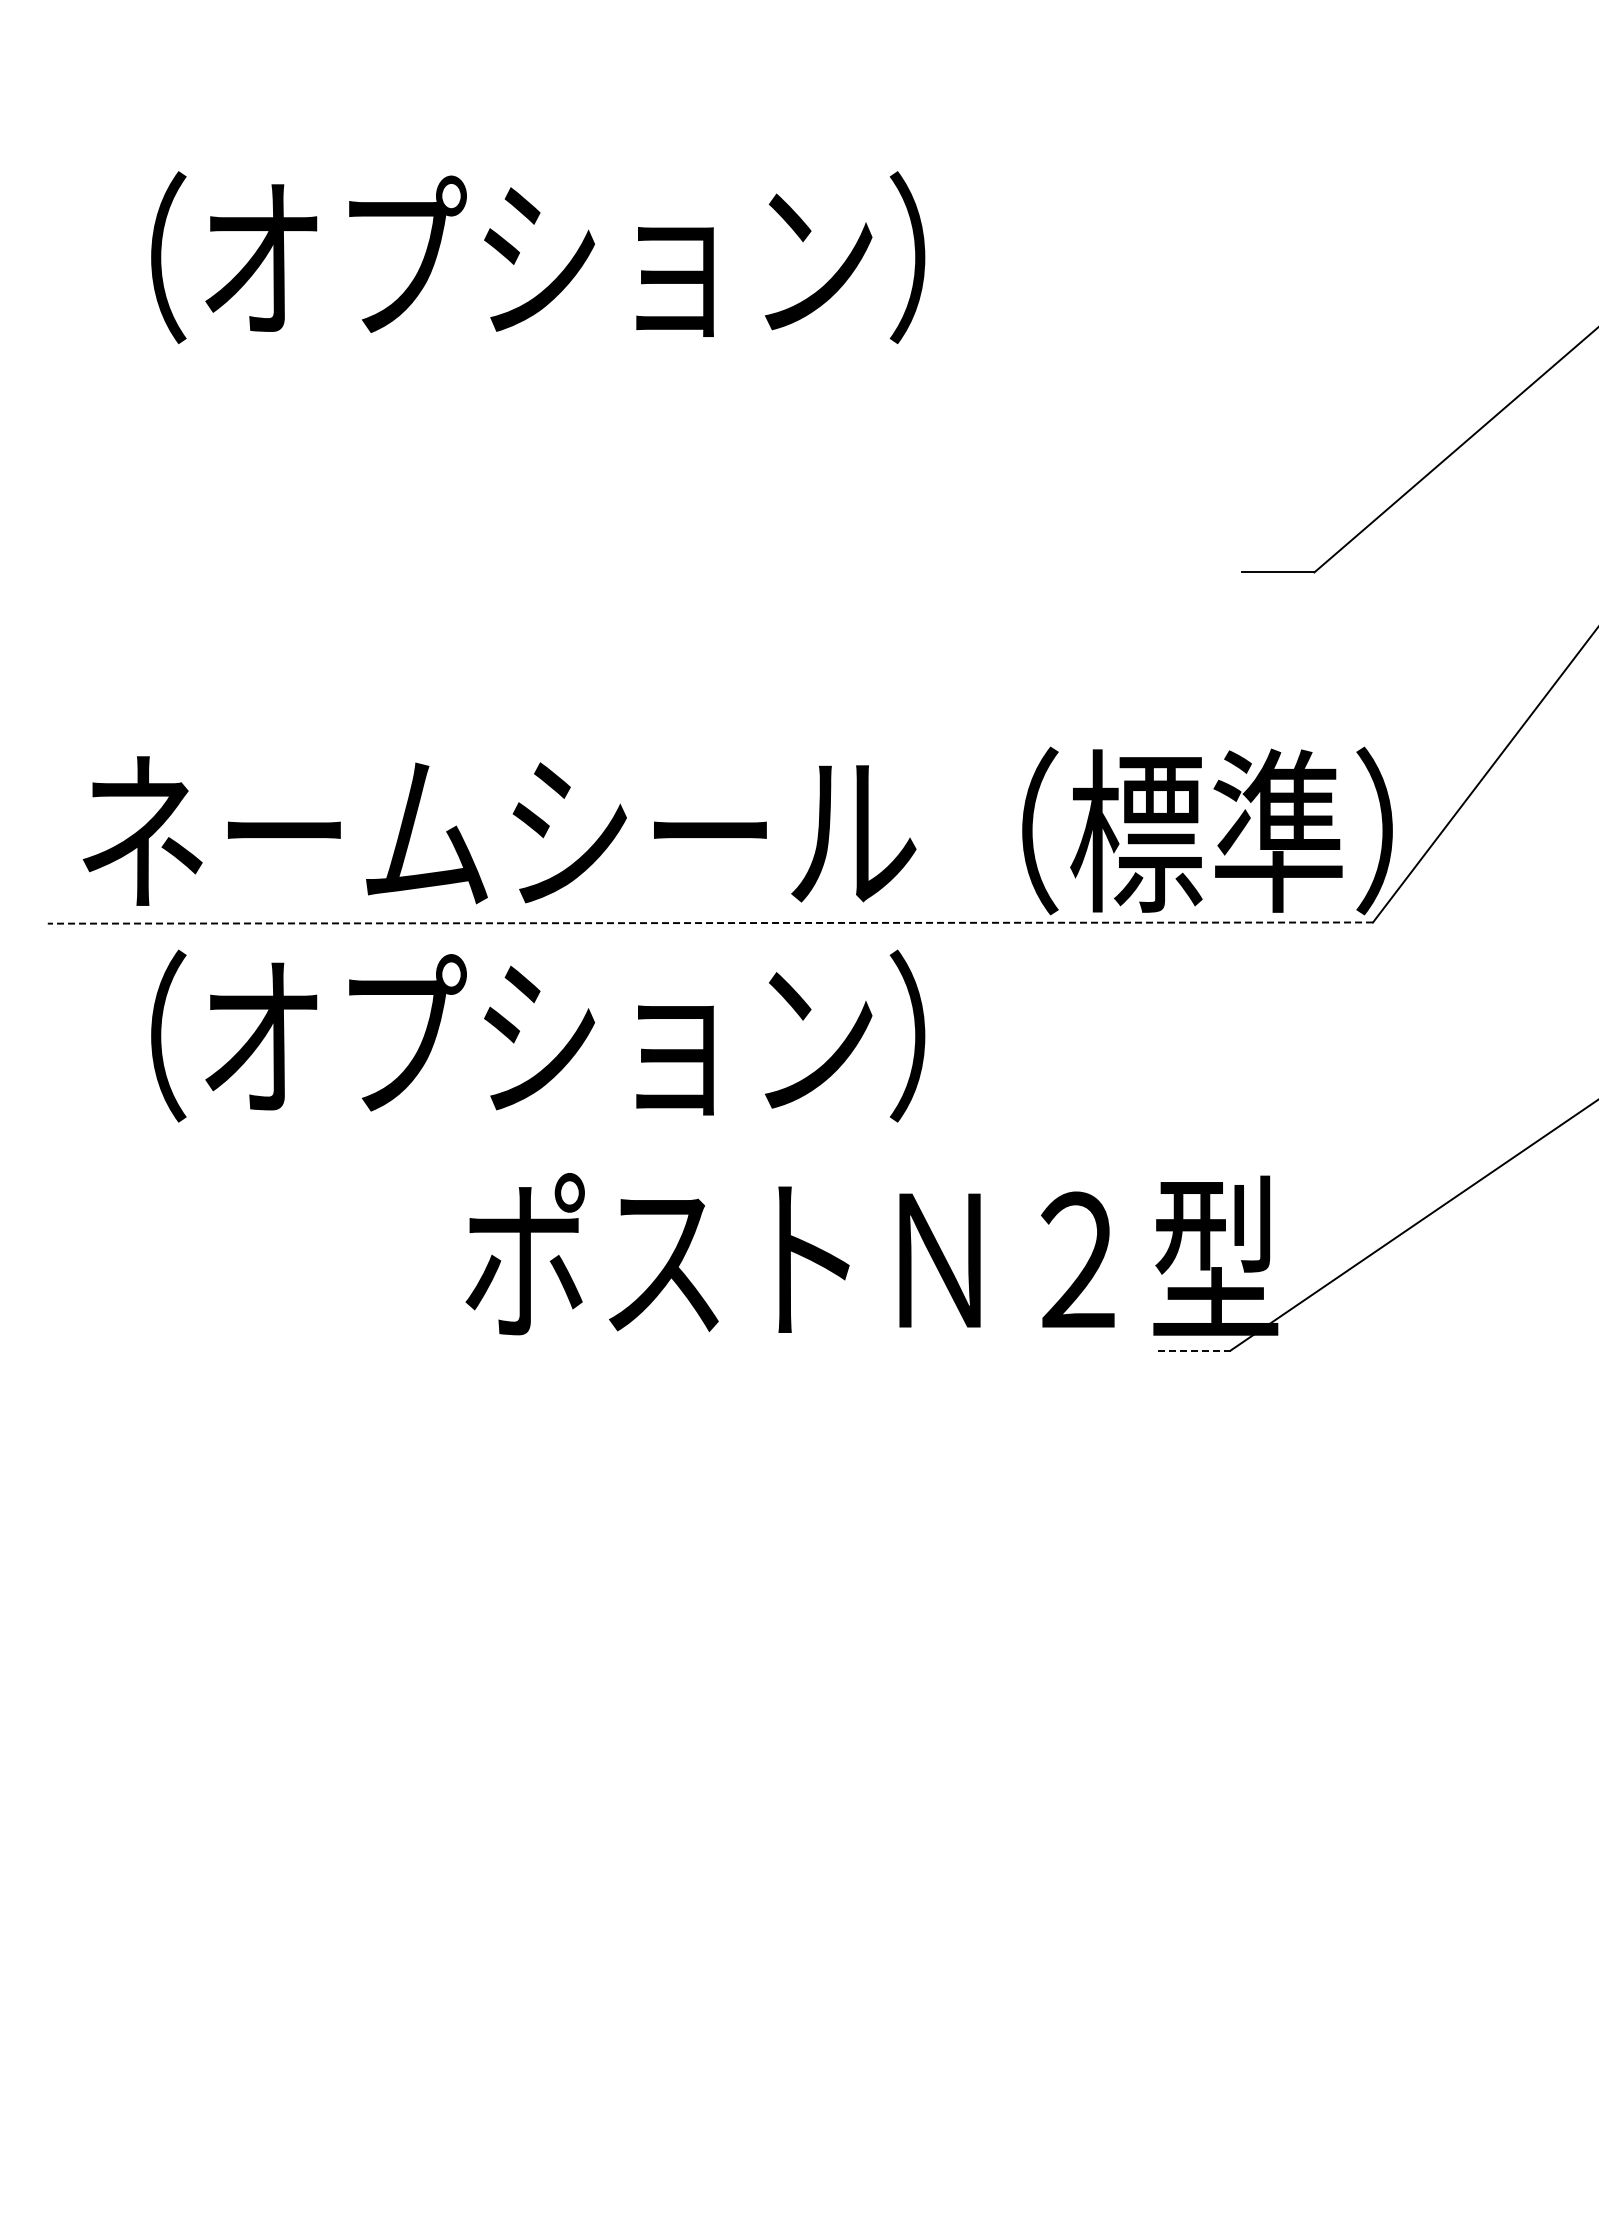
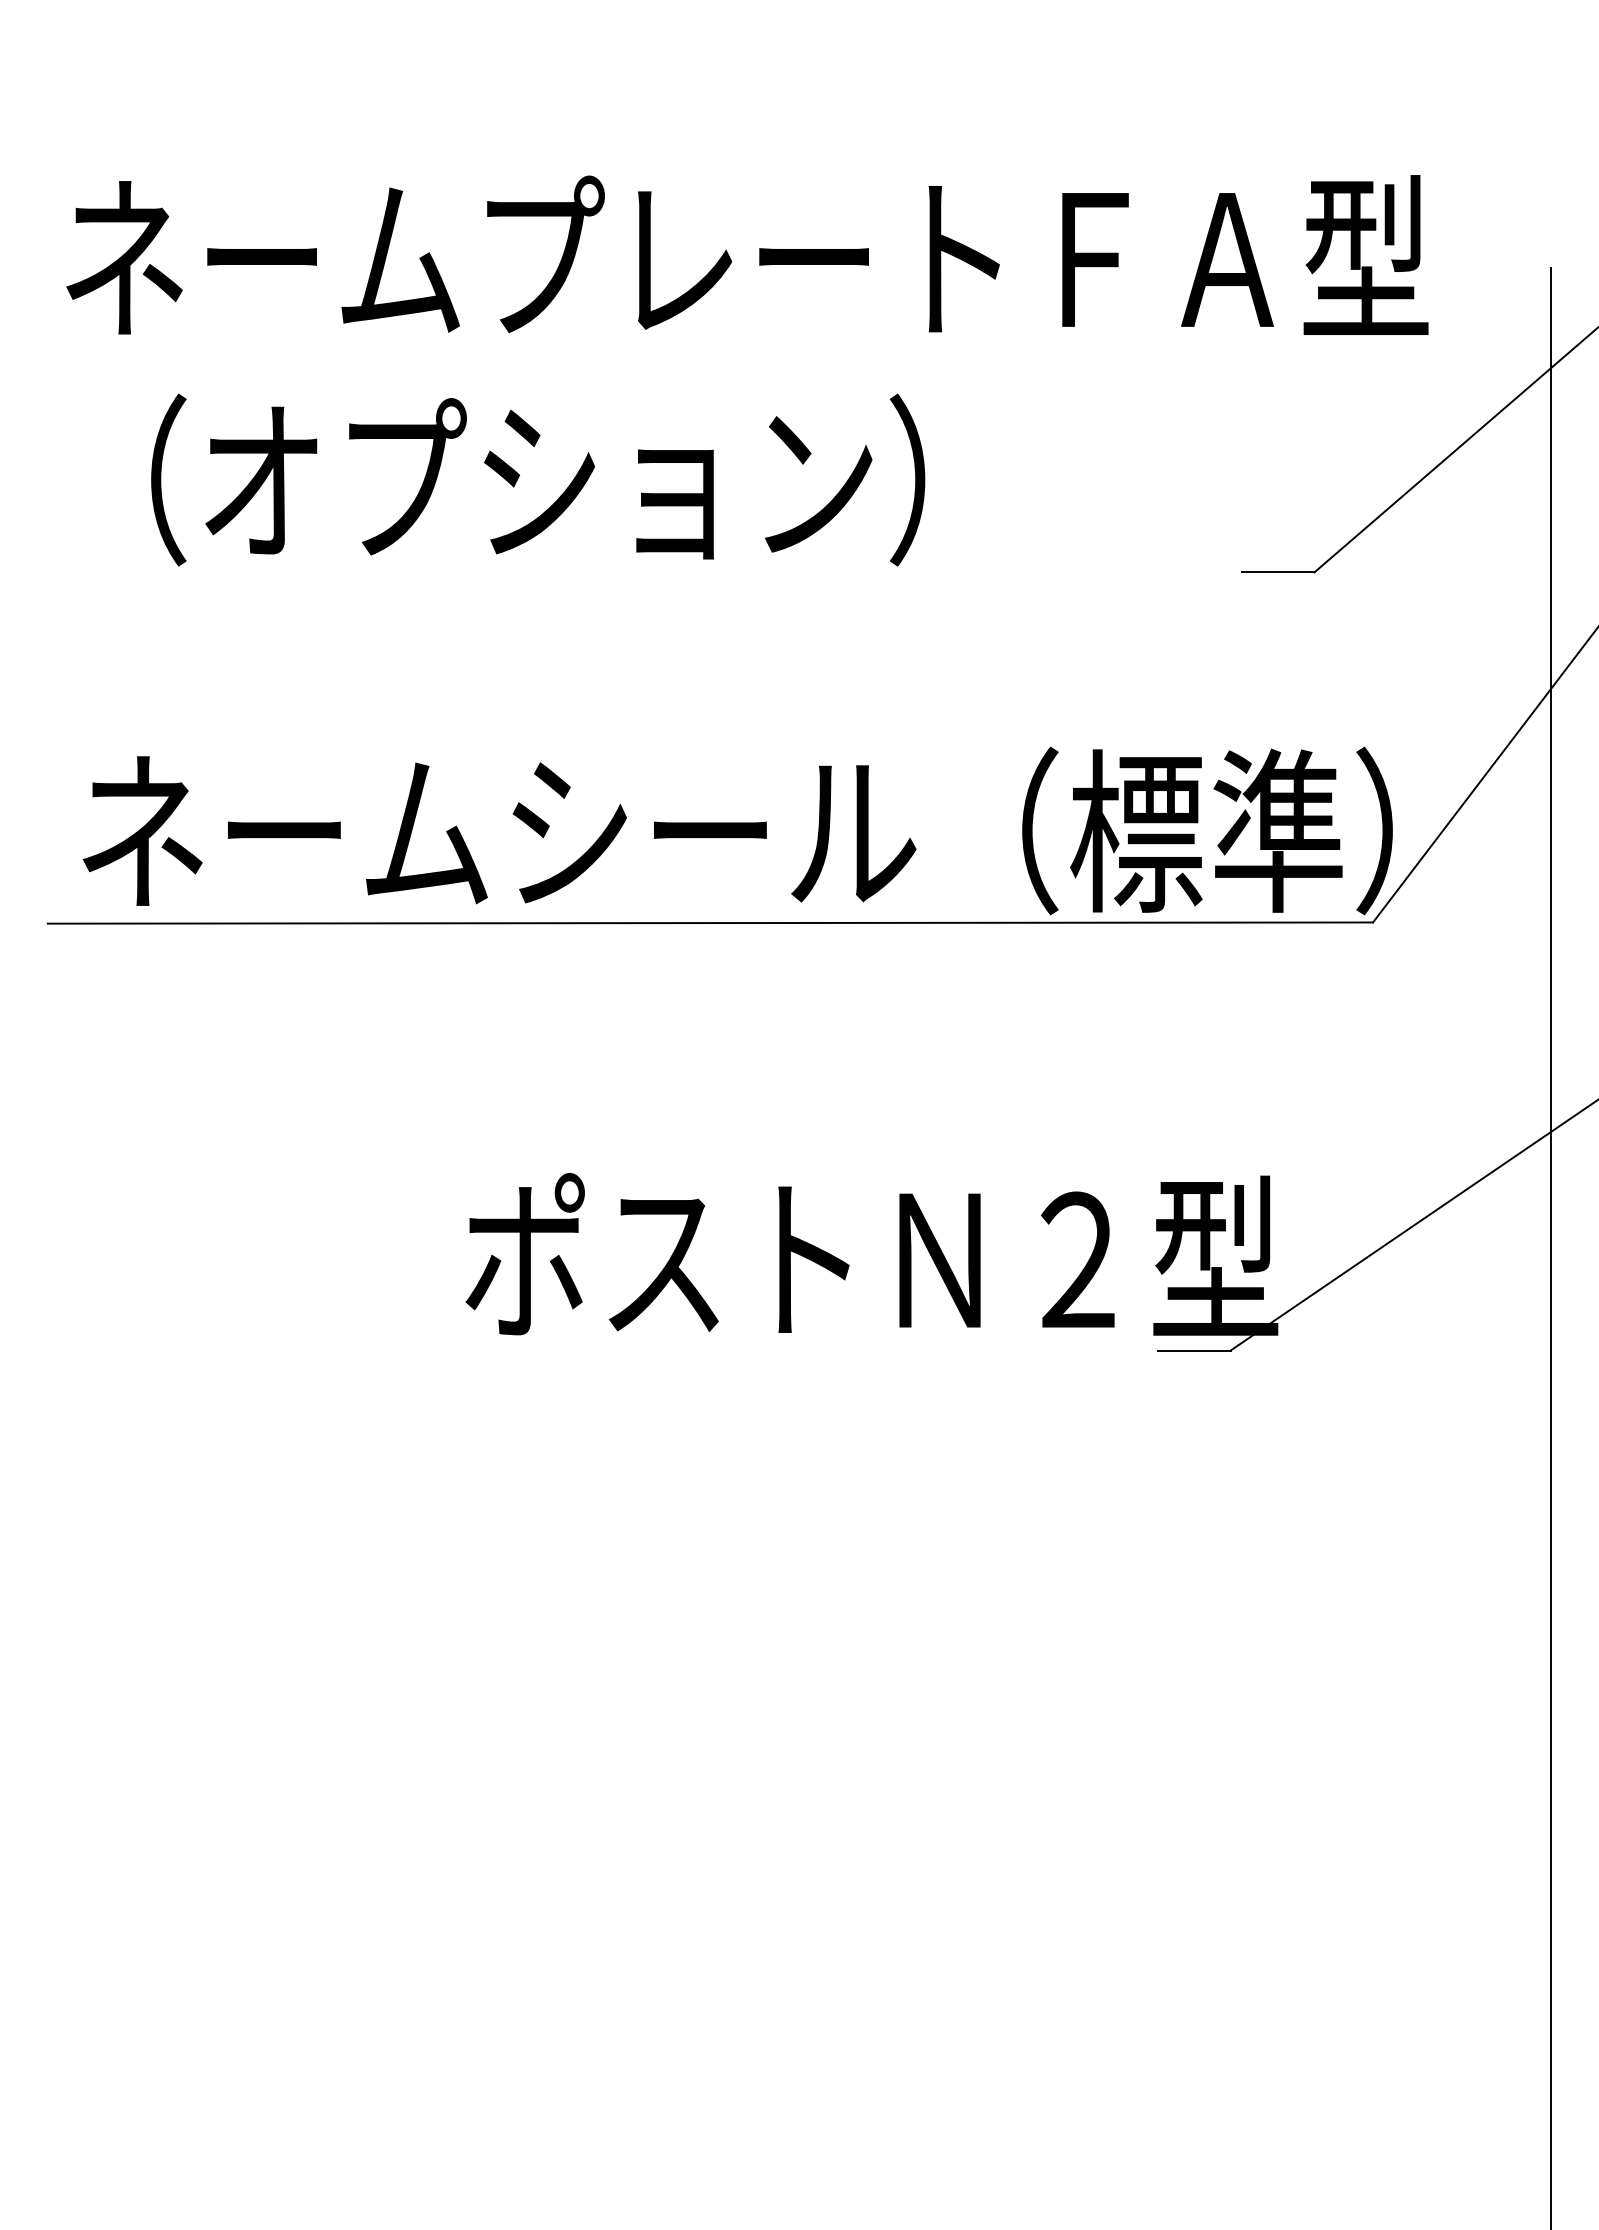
text at (747, 257): （オプション） -> ネームプレートＦＡ型
line at (710, 923): dashed -> solid
text at (538, 1035) position: (538, 1035) -> (538, 479)
line at (1551, 1246): none -> present
line at (1193, 1350): dashed -> solid
